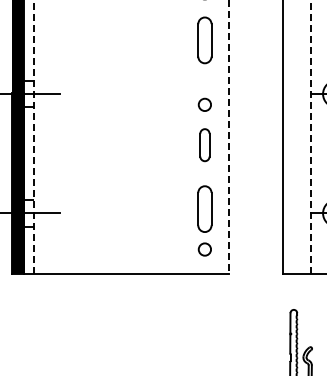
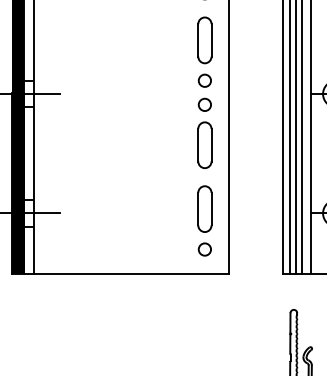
circle at (204, 80): none -> present
line at (33, 136): dashed -> solid
line at (310, 136): dashed -> solid
line at (229, 137): dashed -> solid
line at (289, 137): none -> present
line at (296, 137): none -> present
line at (302, 137): none -> present
part at (204, 145) size: 12x35 px -> 16x48 px
